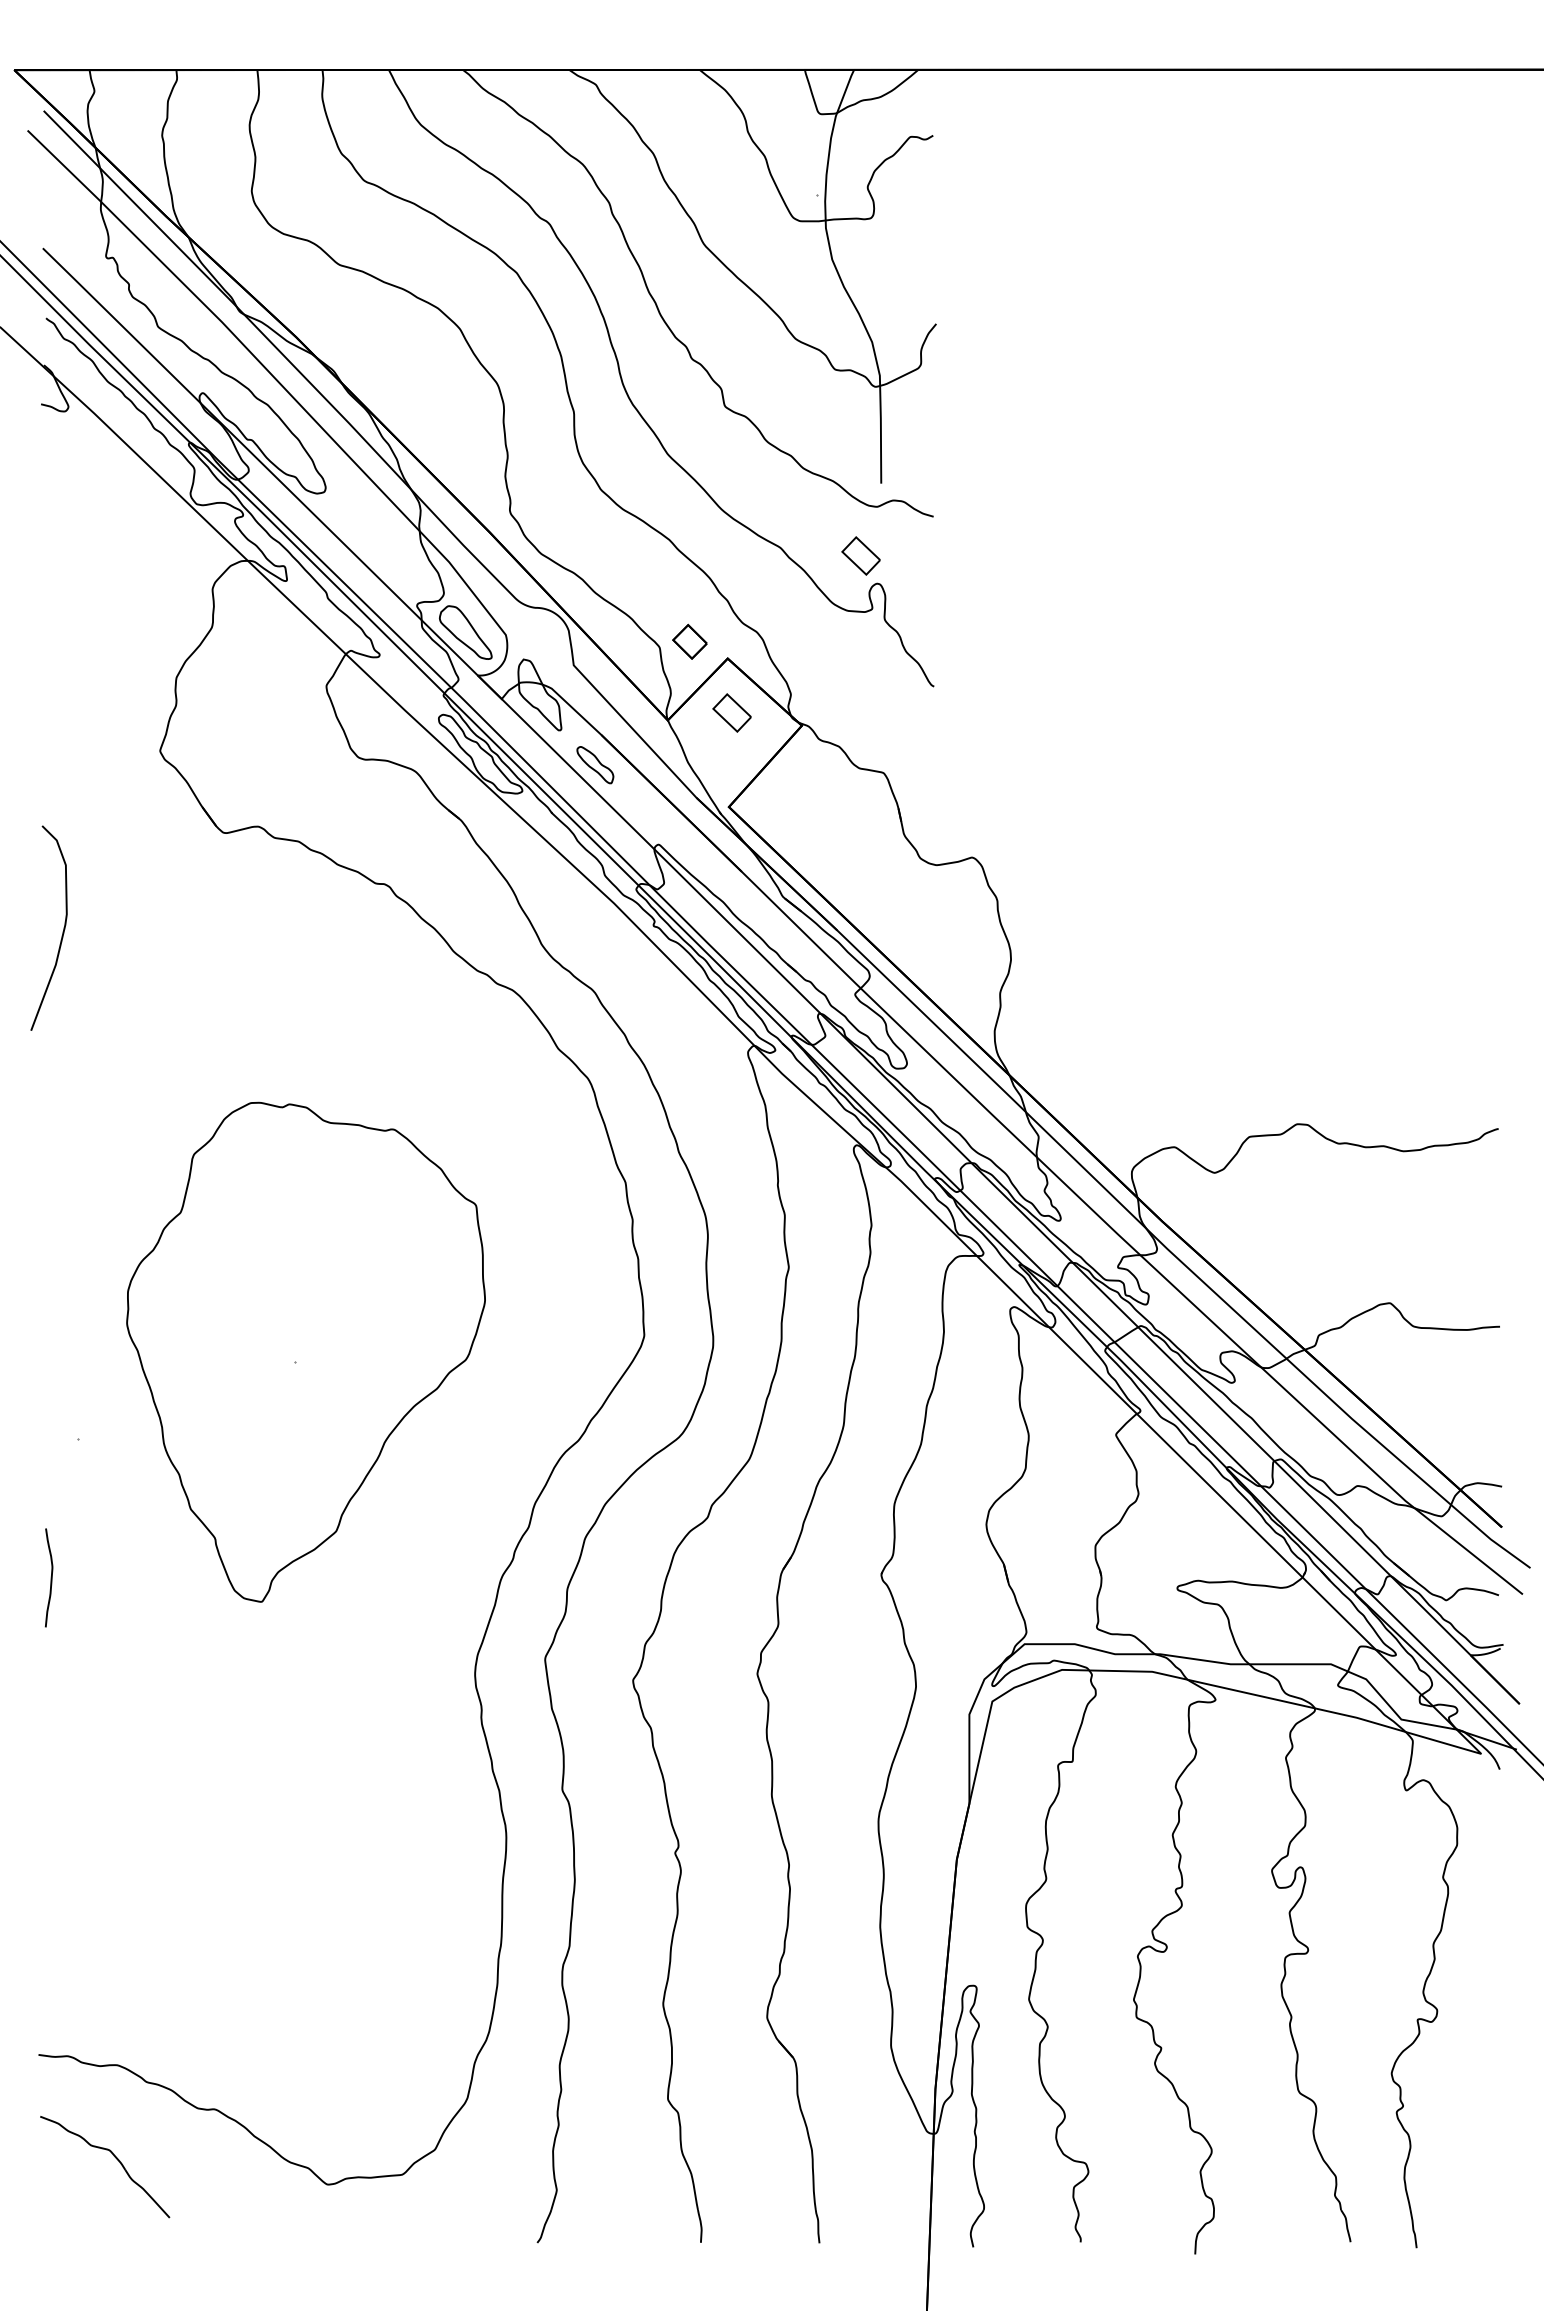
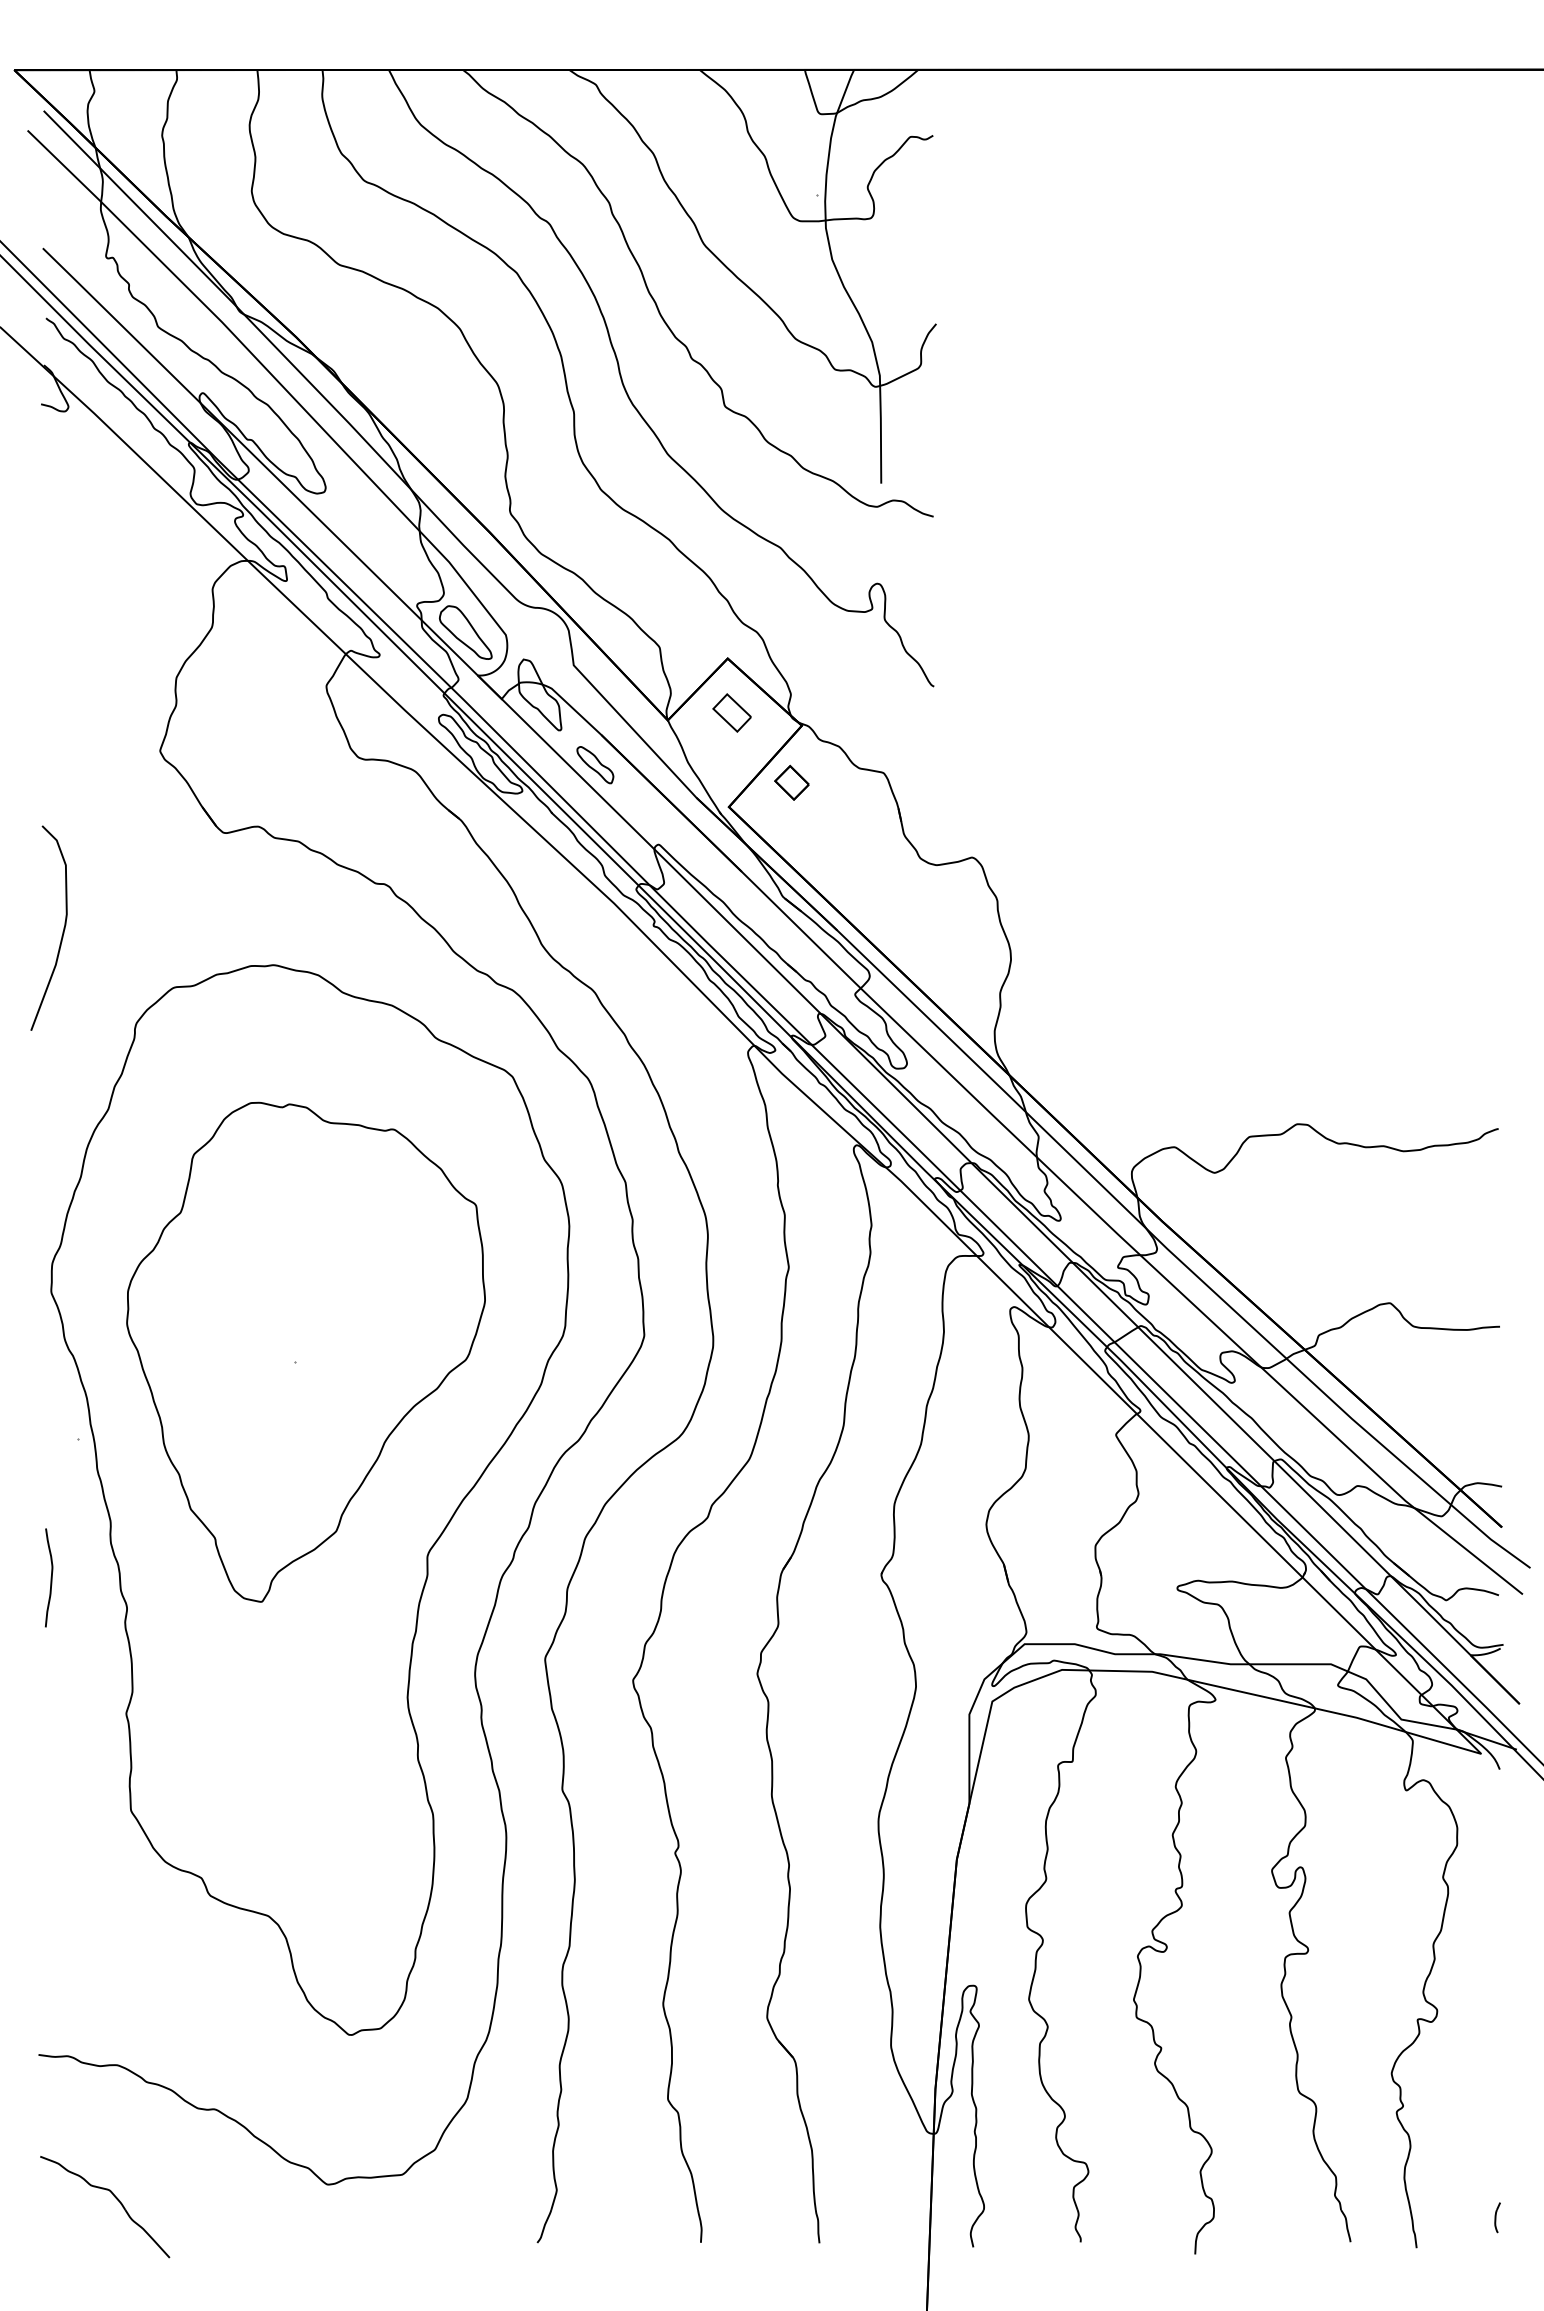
part at (860, 555): present -> none
part at (689, 641) position: (689, 641) -> (791, 782)
part at (310, 1499): none -> present
part at (114, 2157) position: (114, 2157) -> (114, 2197)
part at (1497, 2217): none -> present
